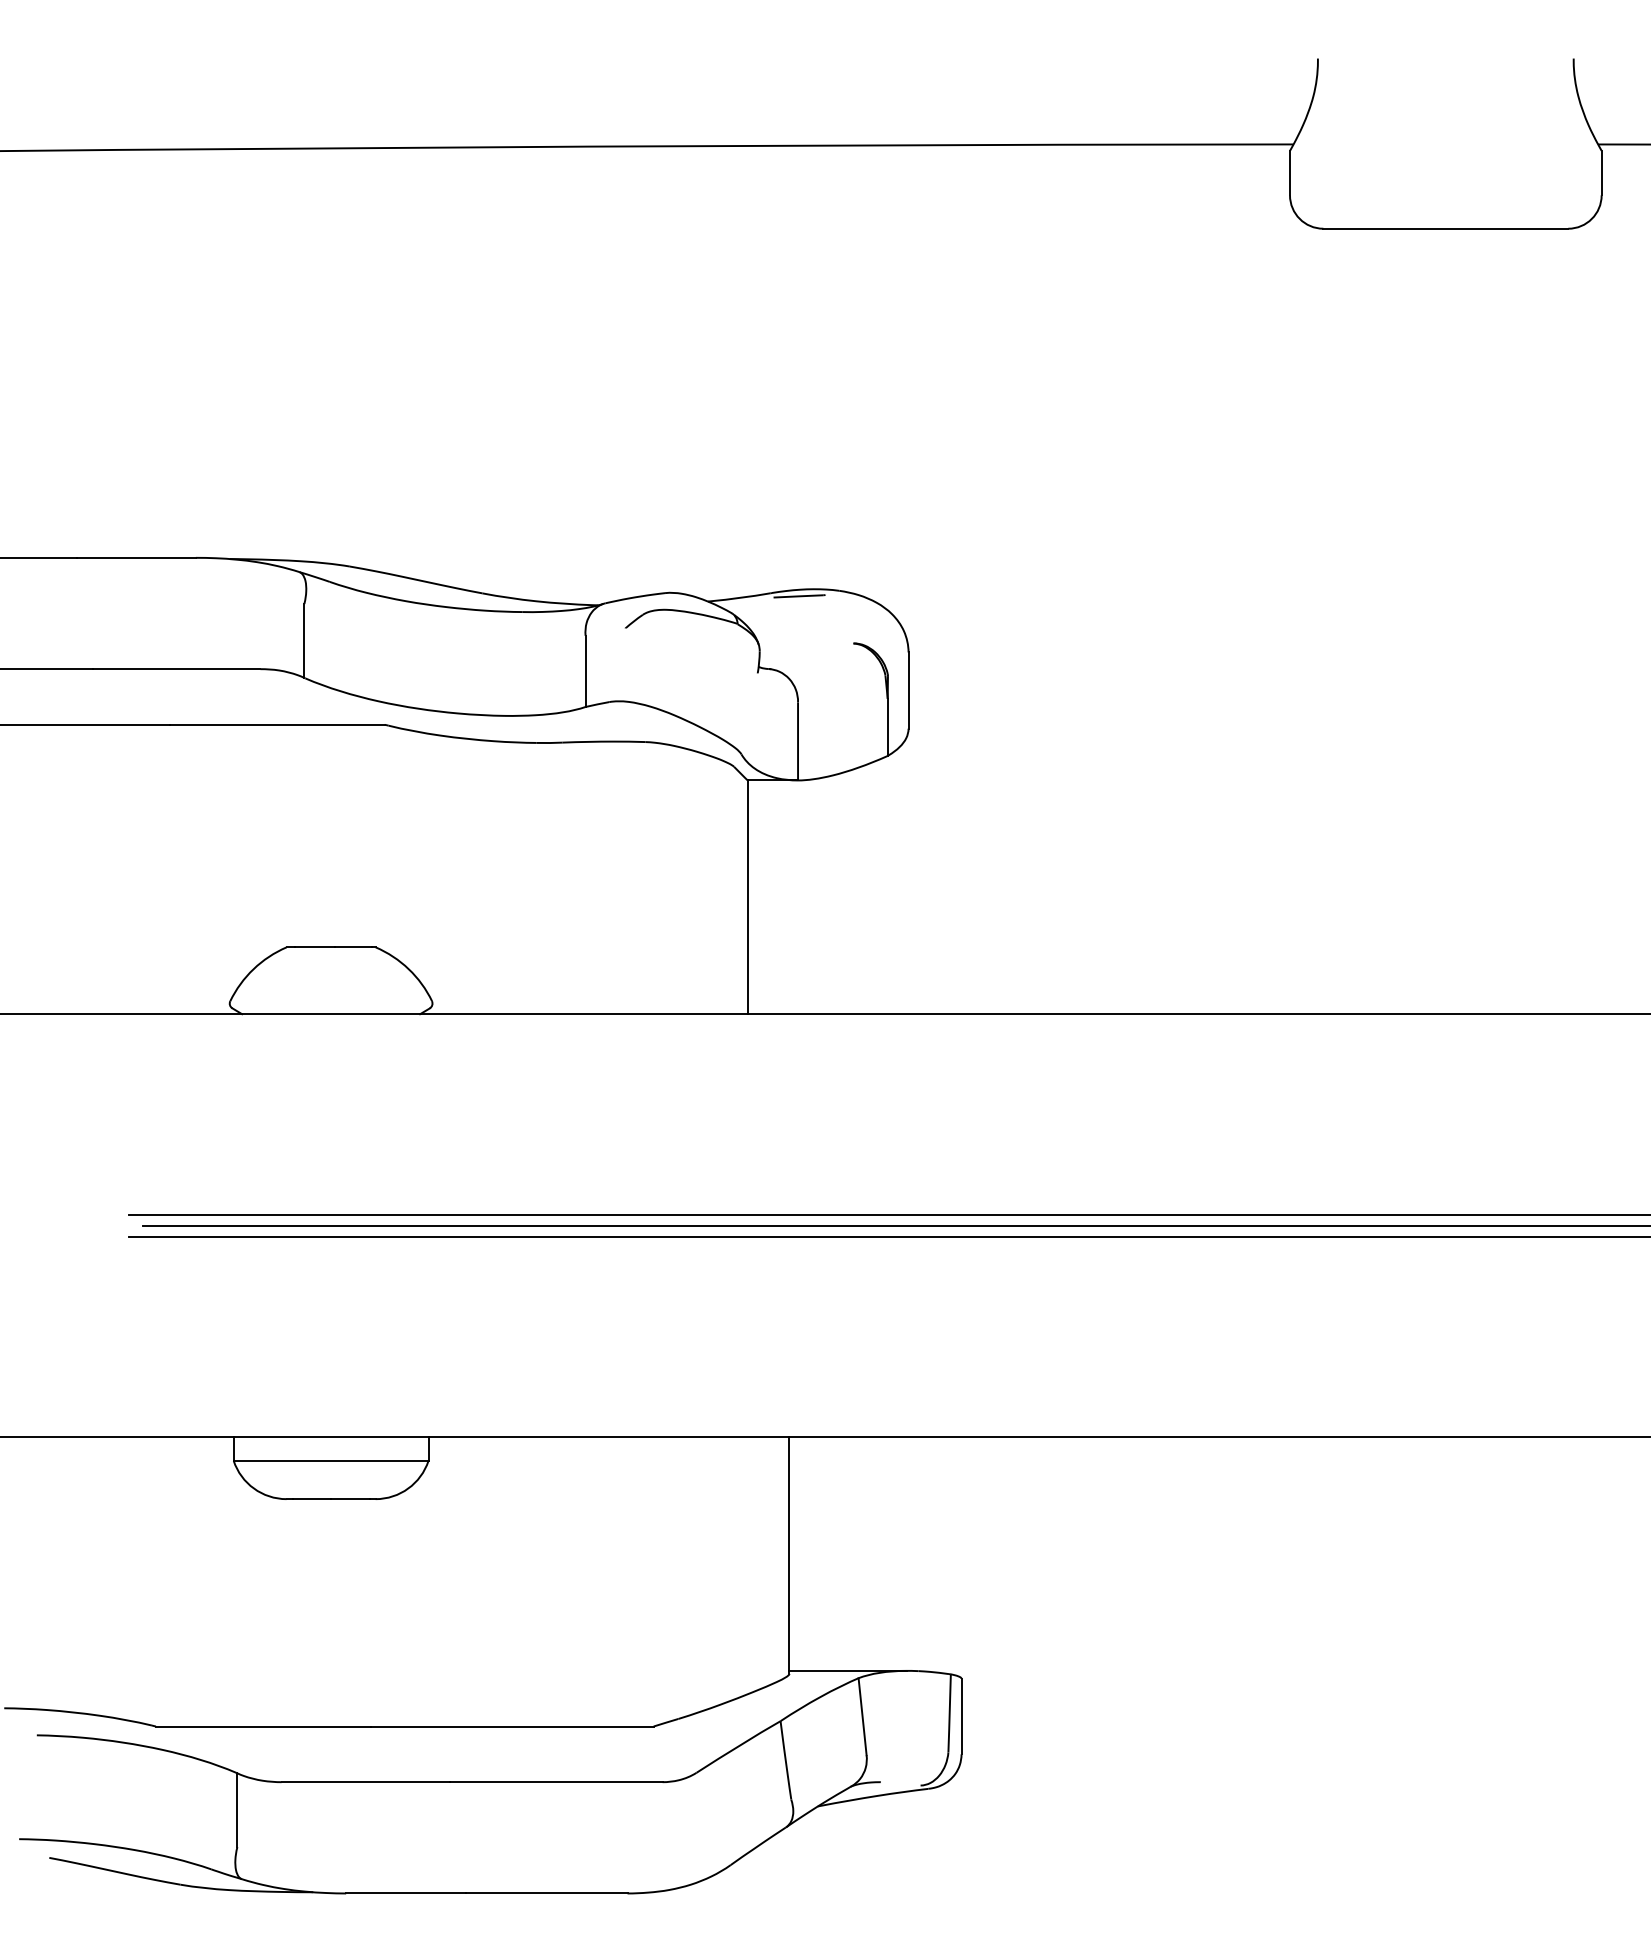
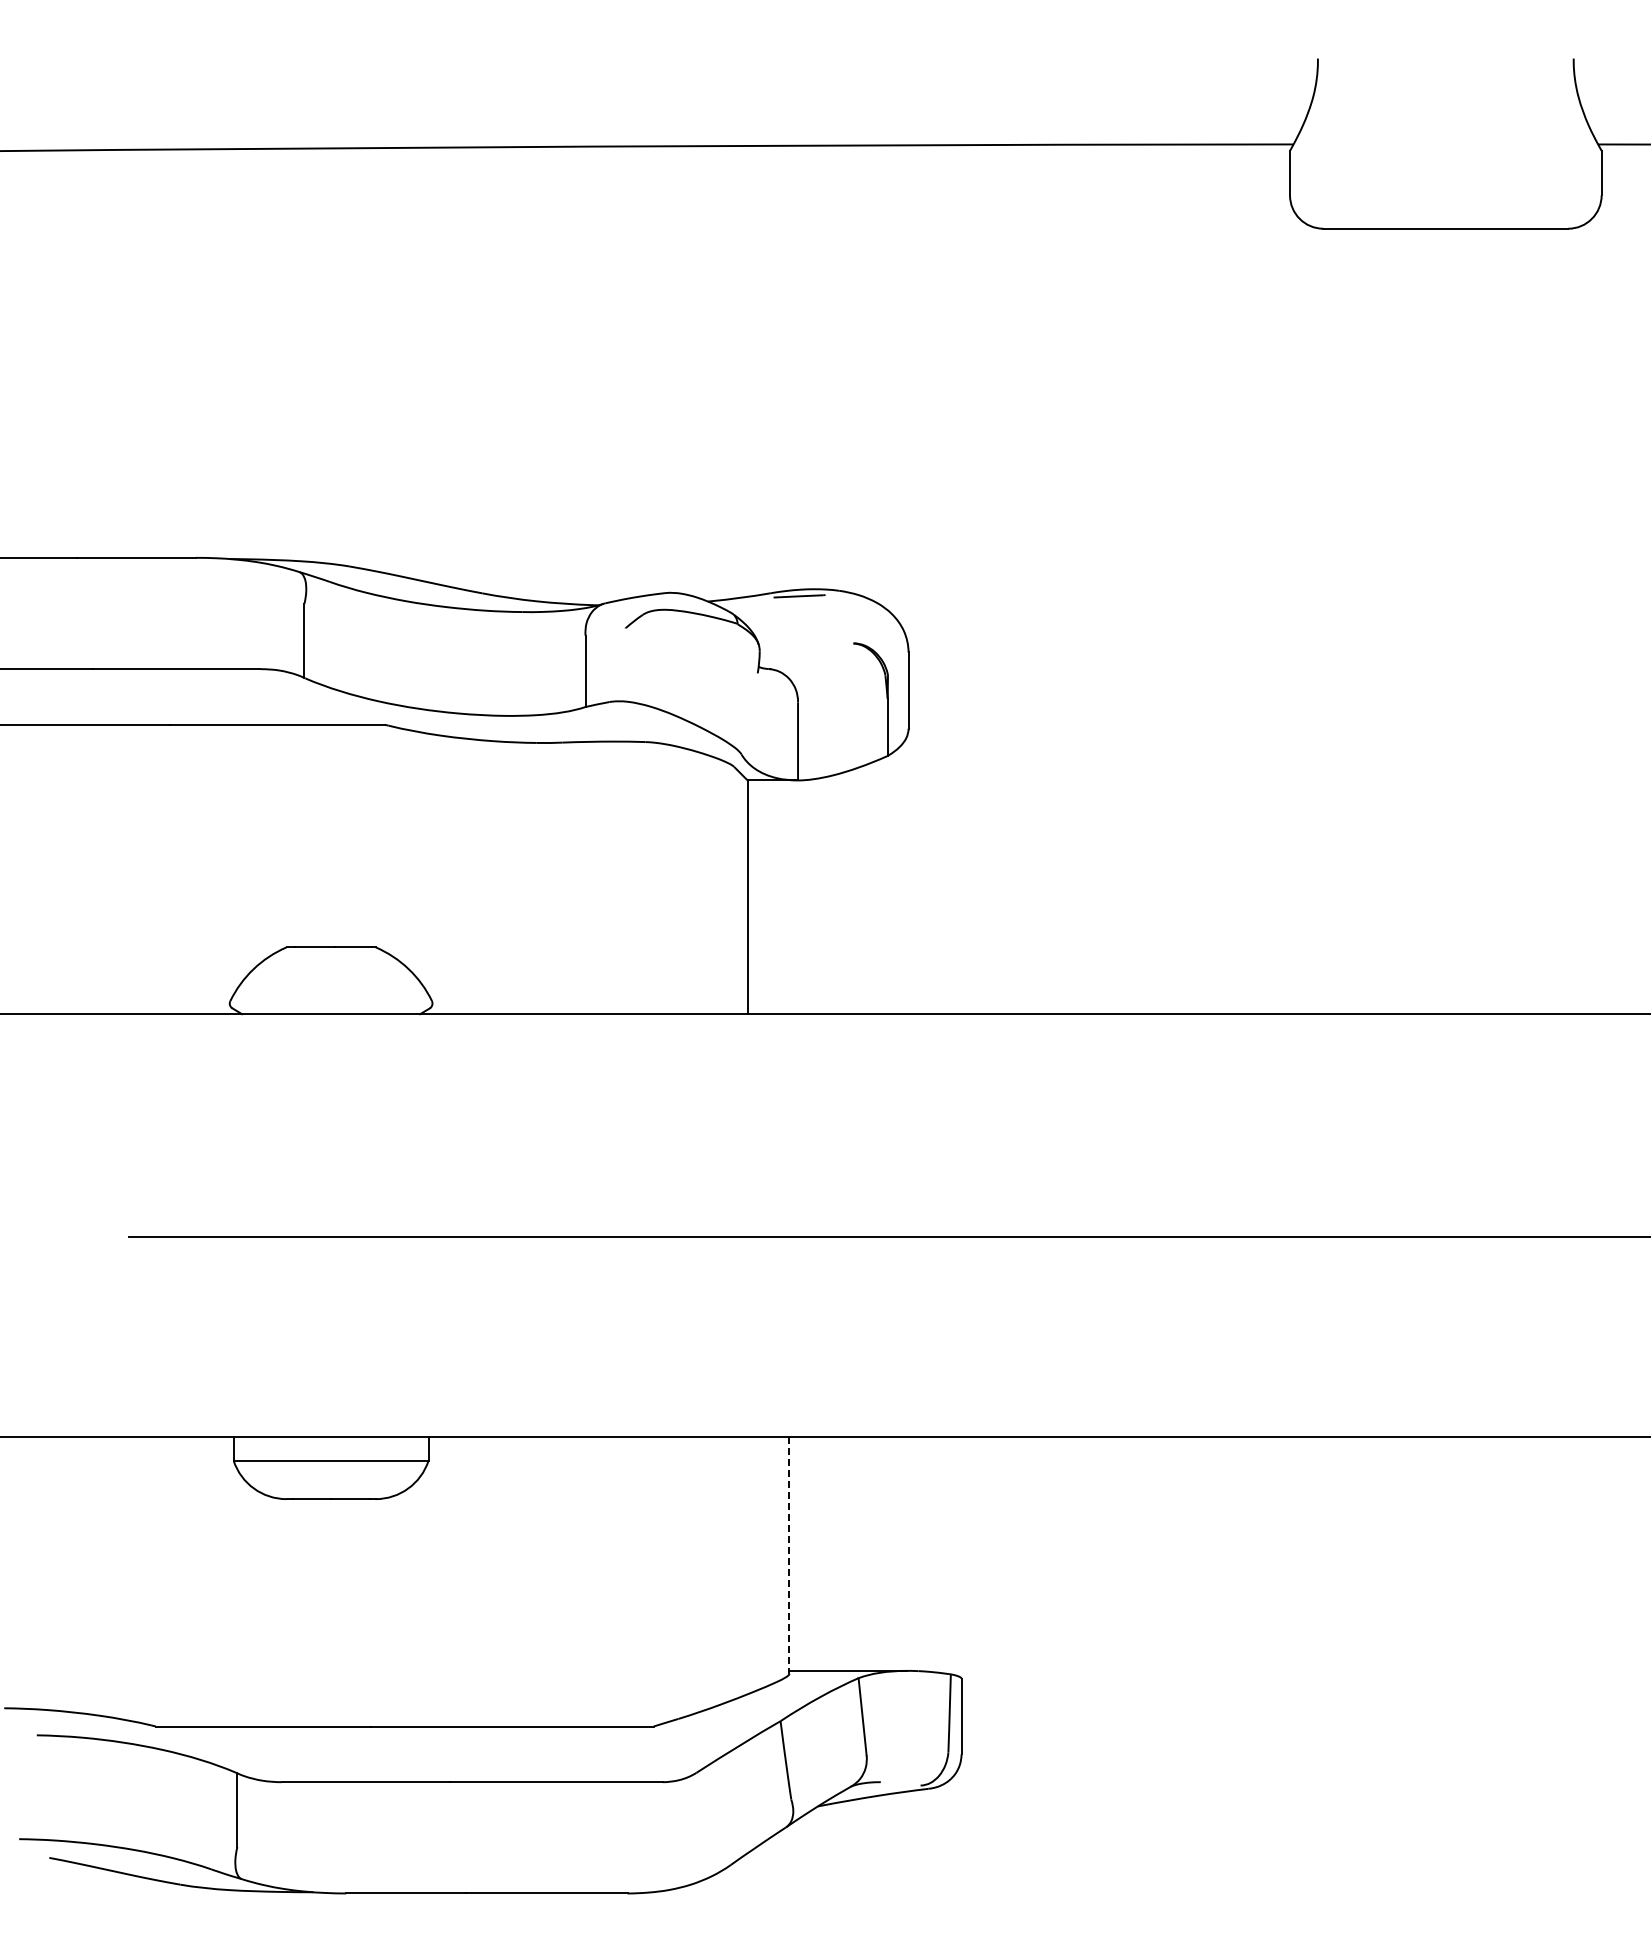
line at (887, 1214): present -> none
line at (895, 1225): present -> none
line at (789, 1556): solid -> dashed
